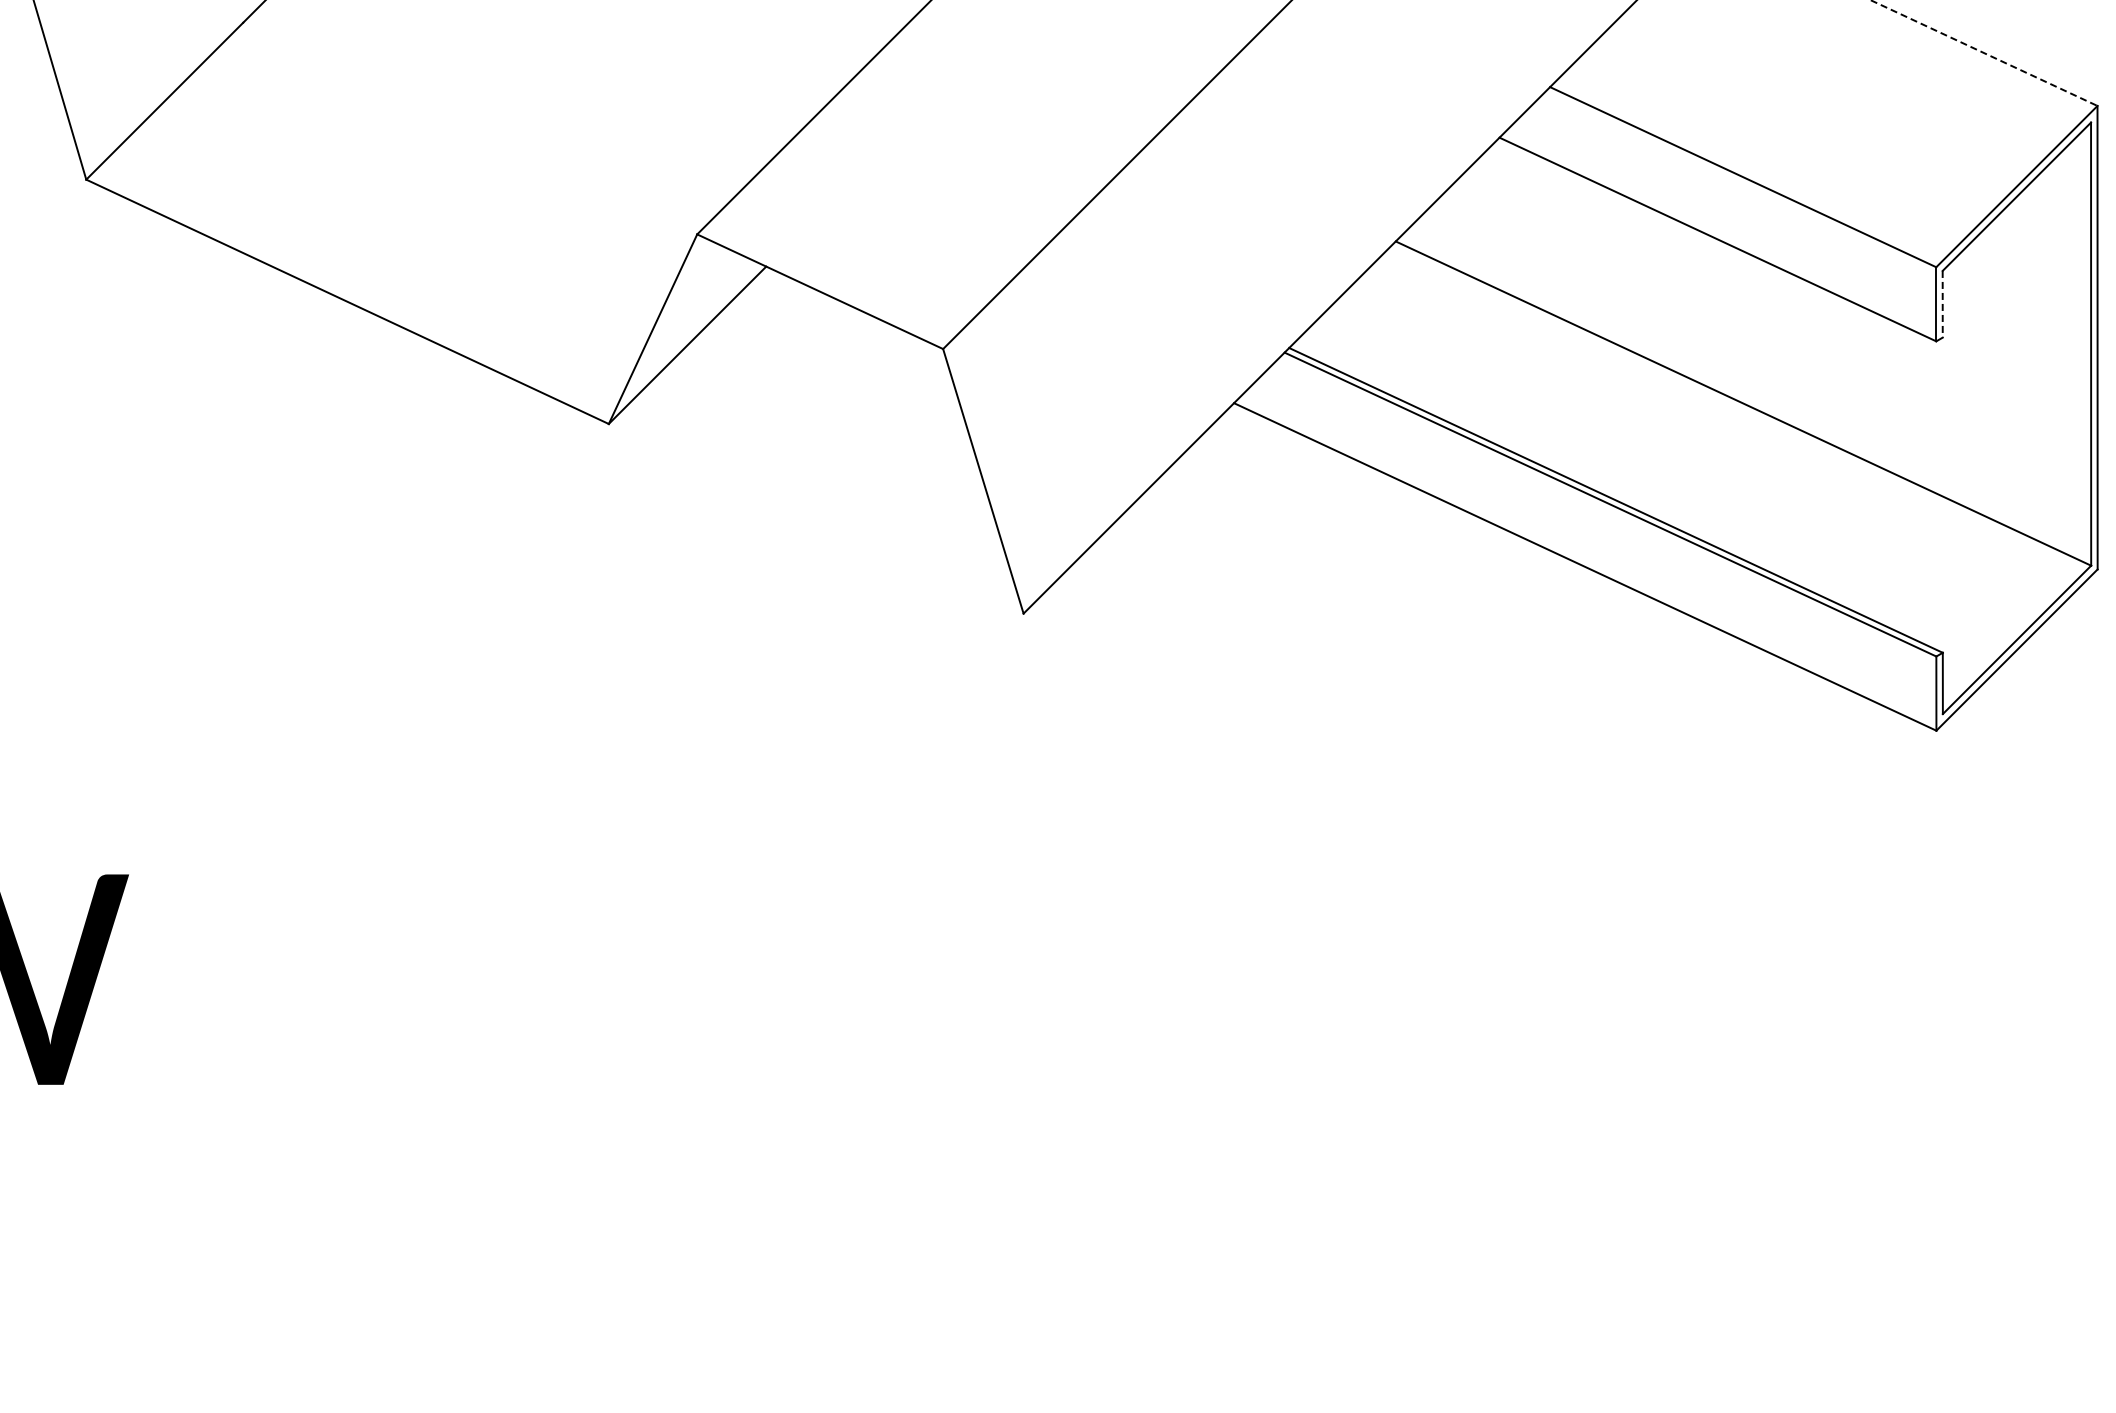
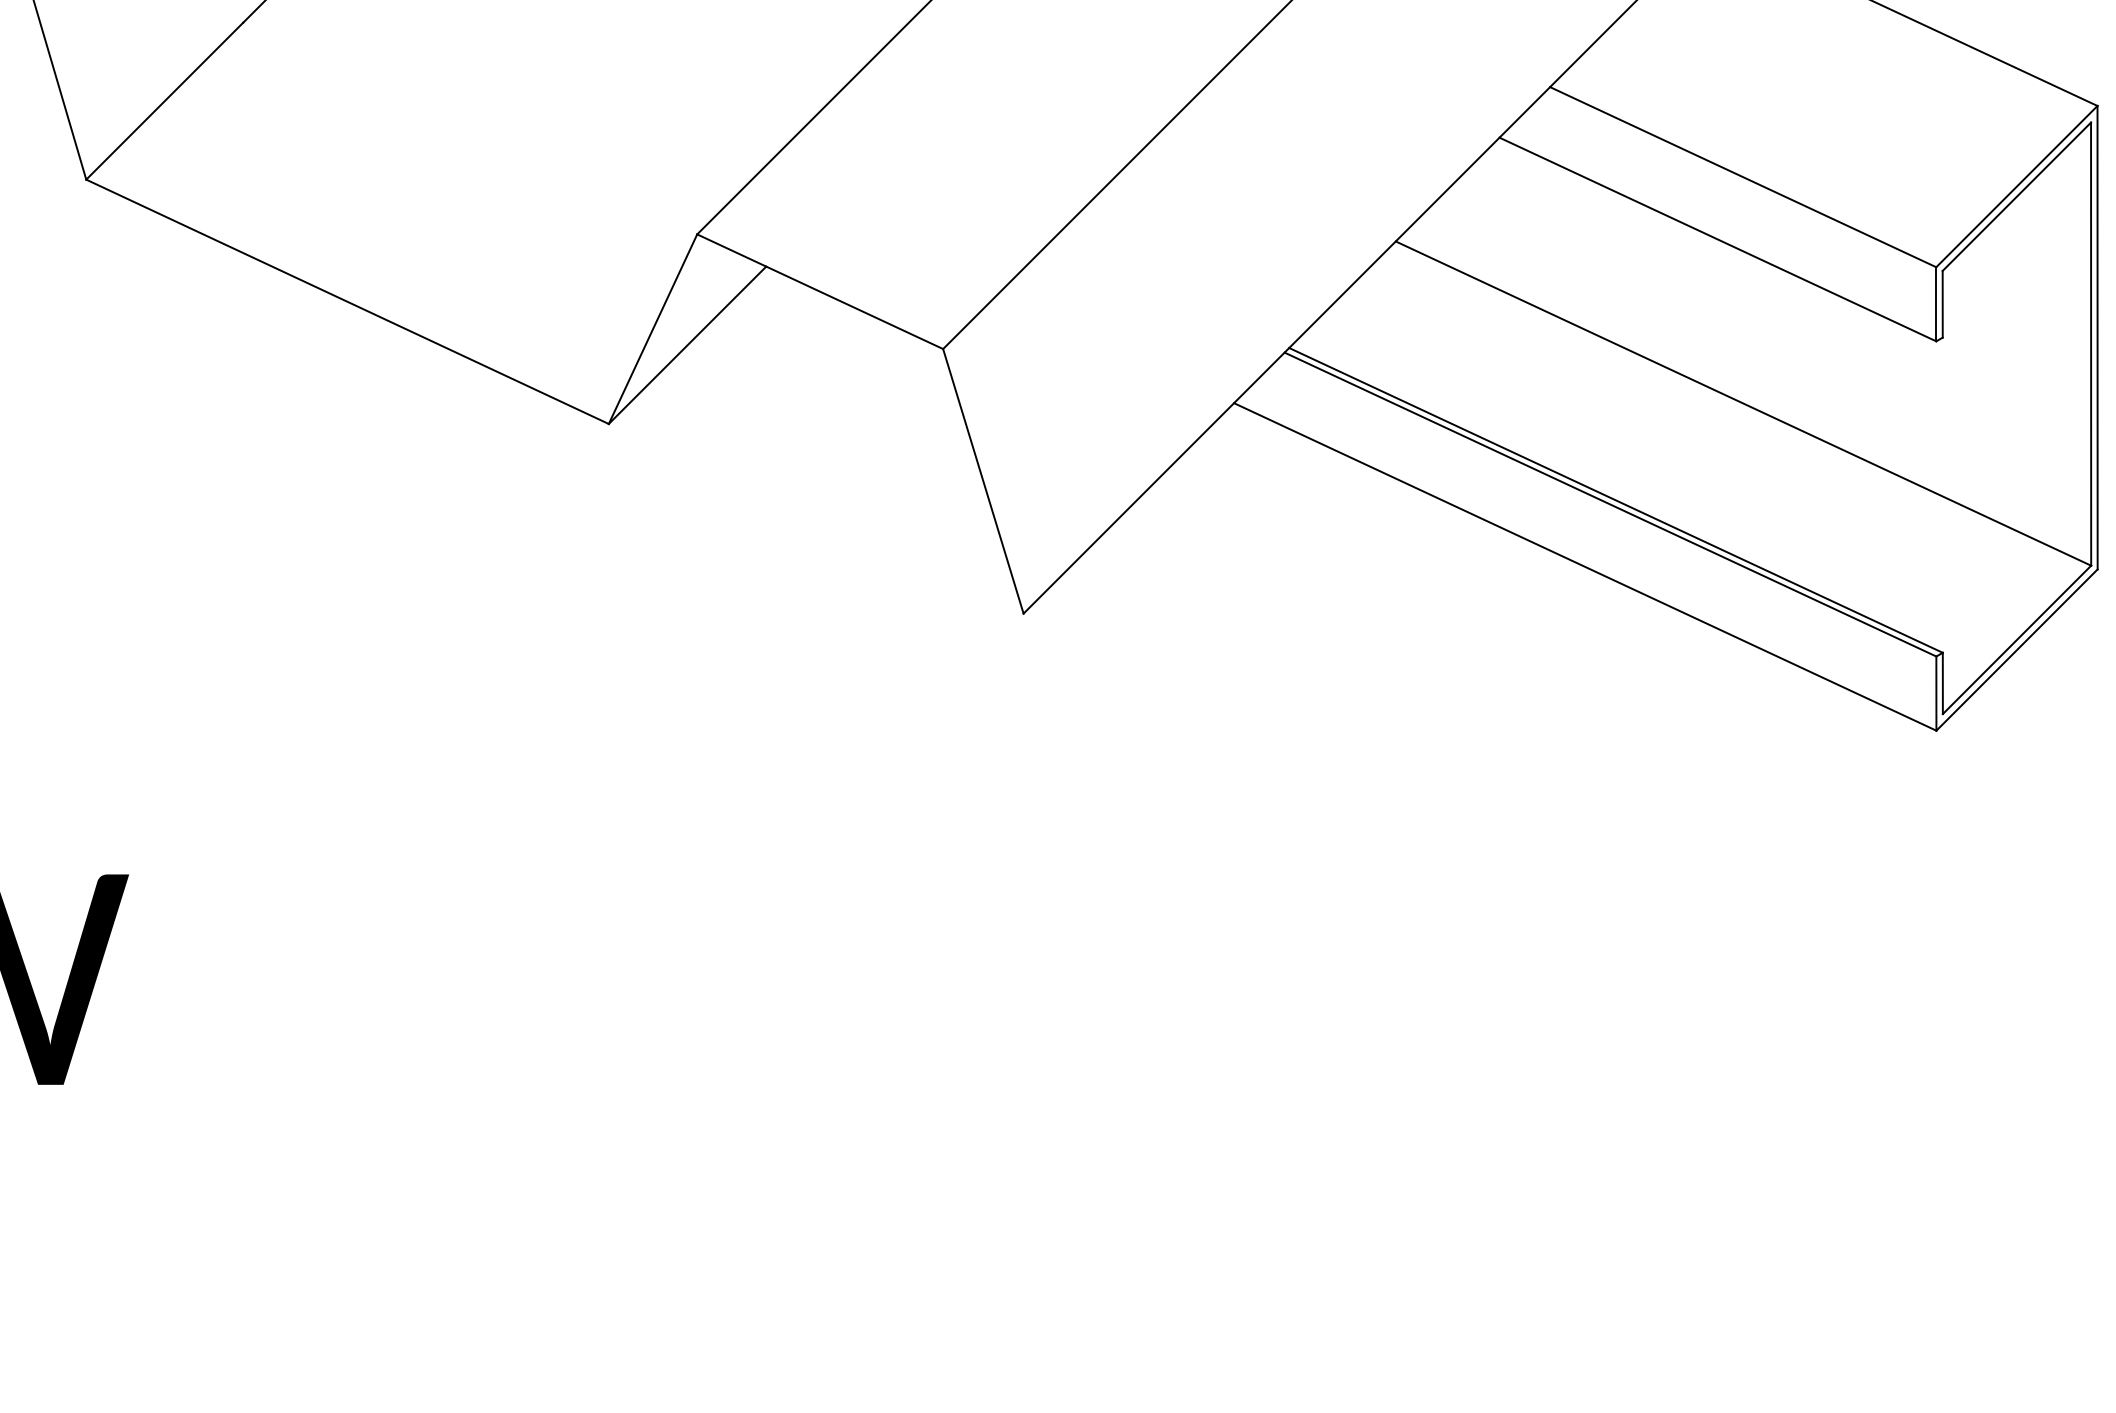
line at (1984, 53): dashed -> solid
line at (1942, 304): dashed -> solid
